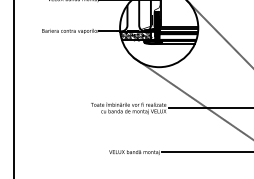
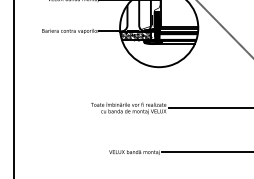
line at (219, 33) position: (219, 33) -> (224, 28)
line at (191, 97): present -> none
